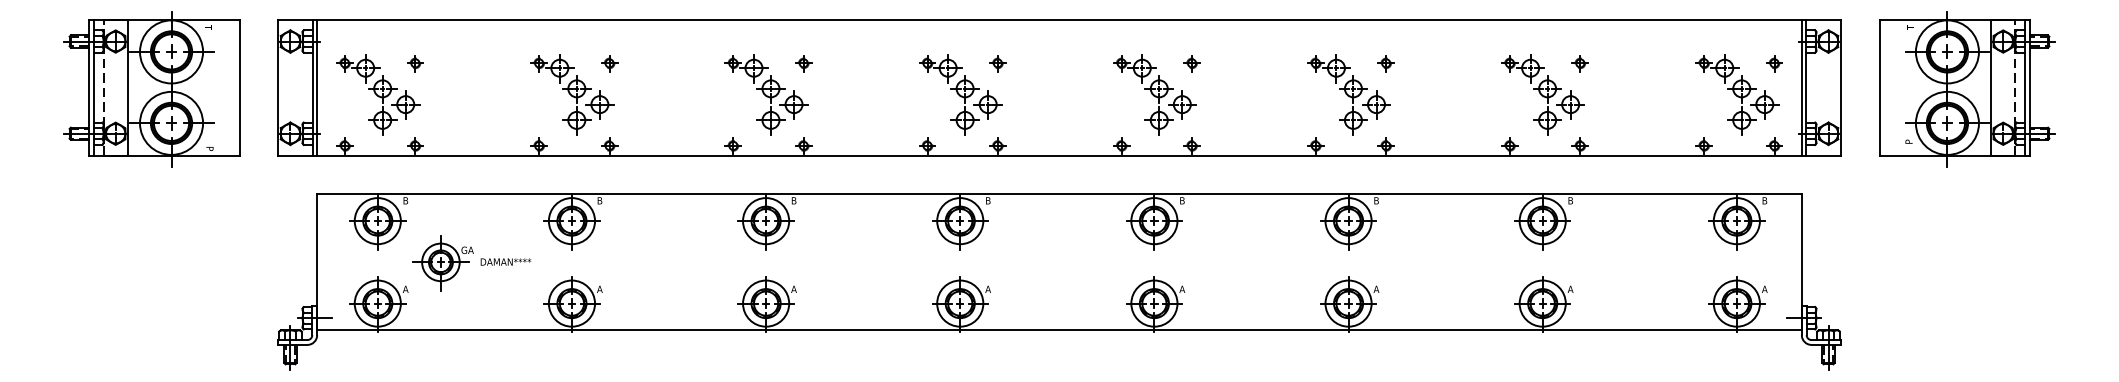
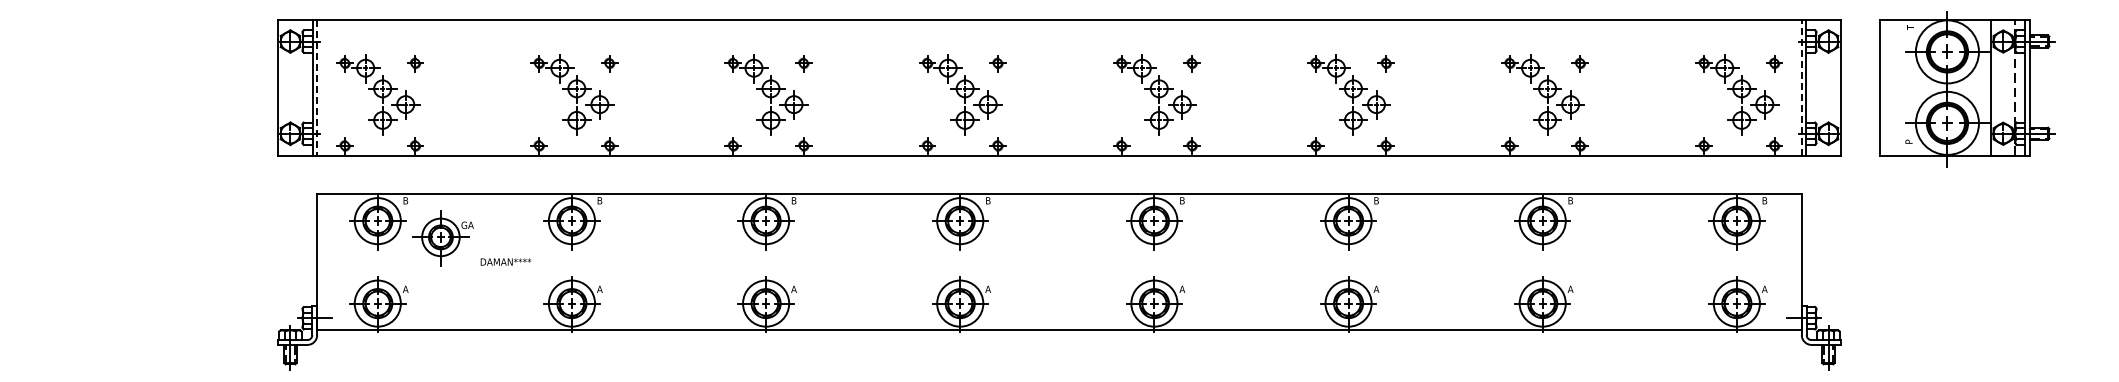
line at (317, 87): solid -> dashed
line at (1801, 87): solid -> dashed
part at (151, 89): present -> none
part at (442, 263) position: (442, 263) -> (442, 238)
